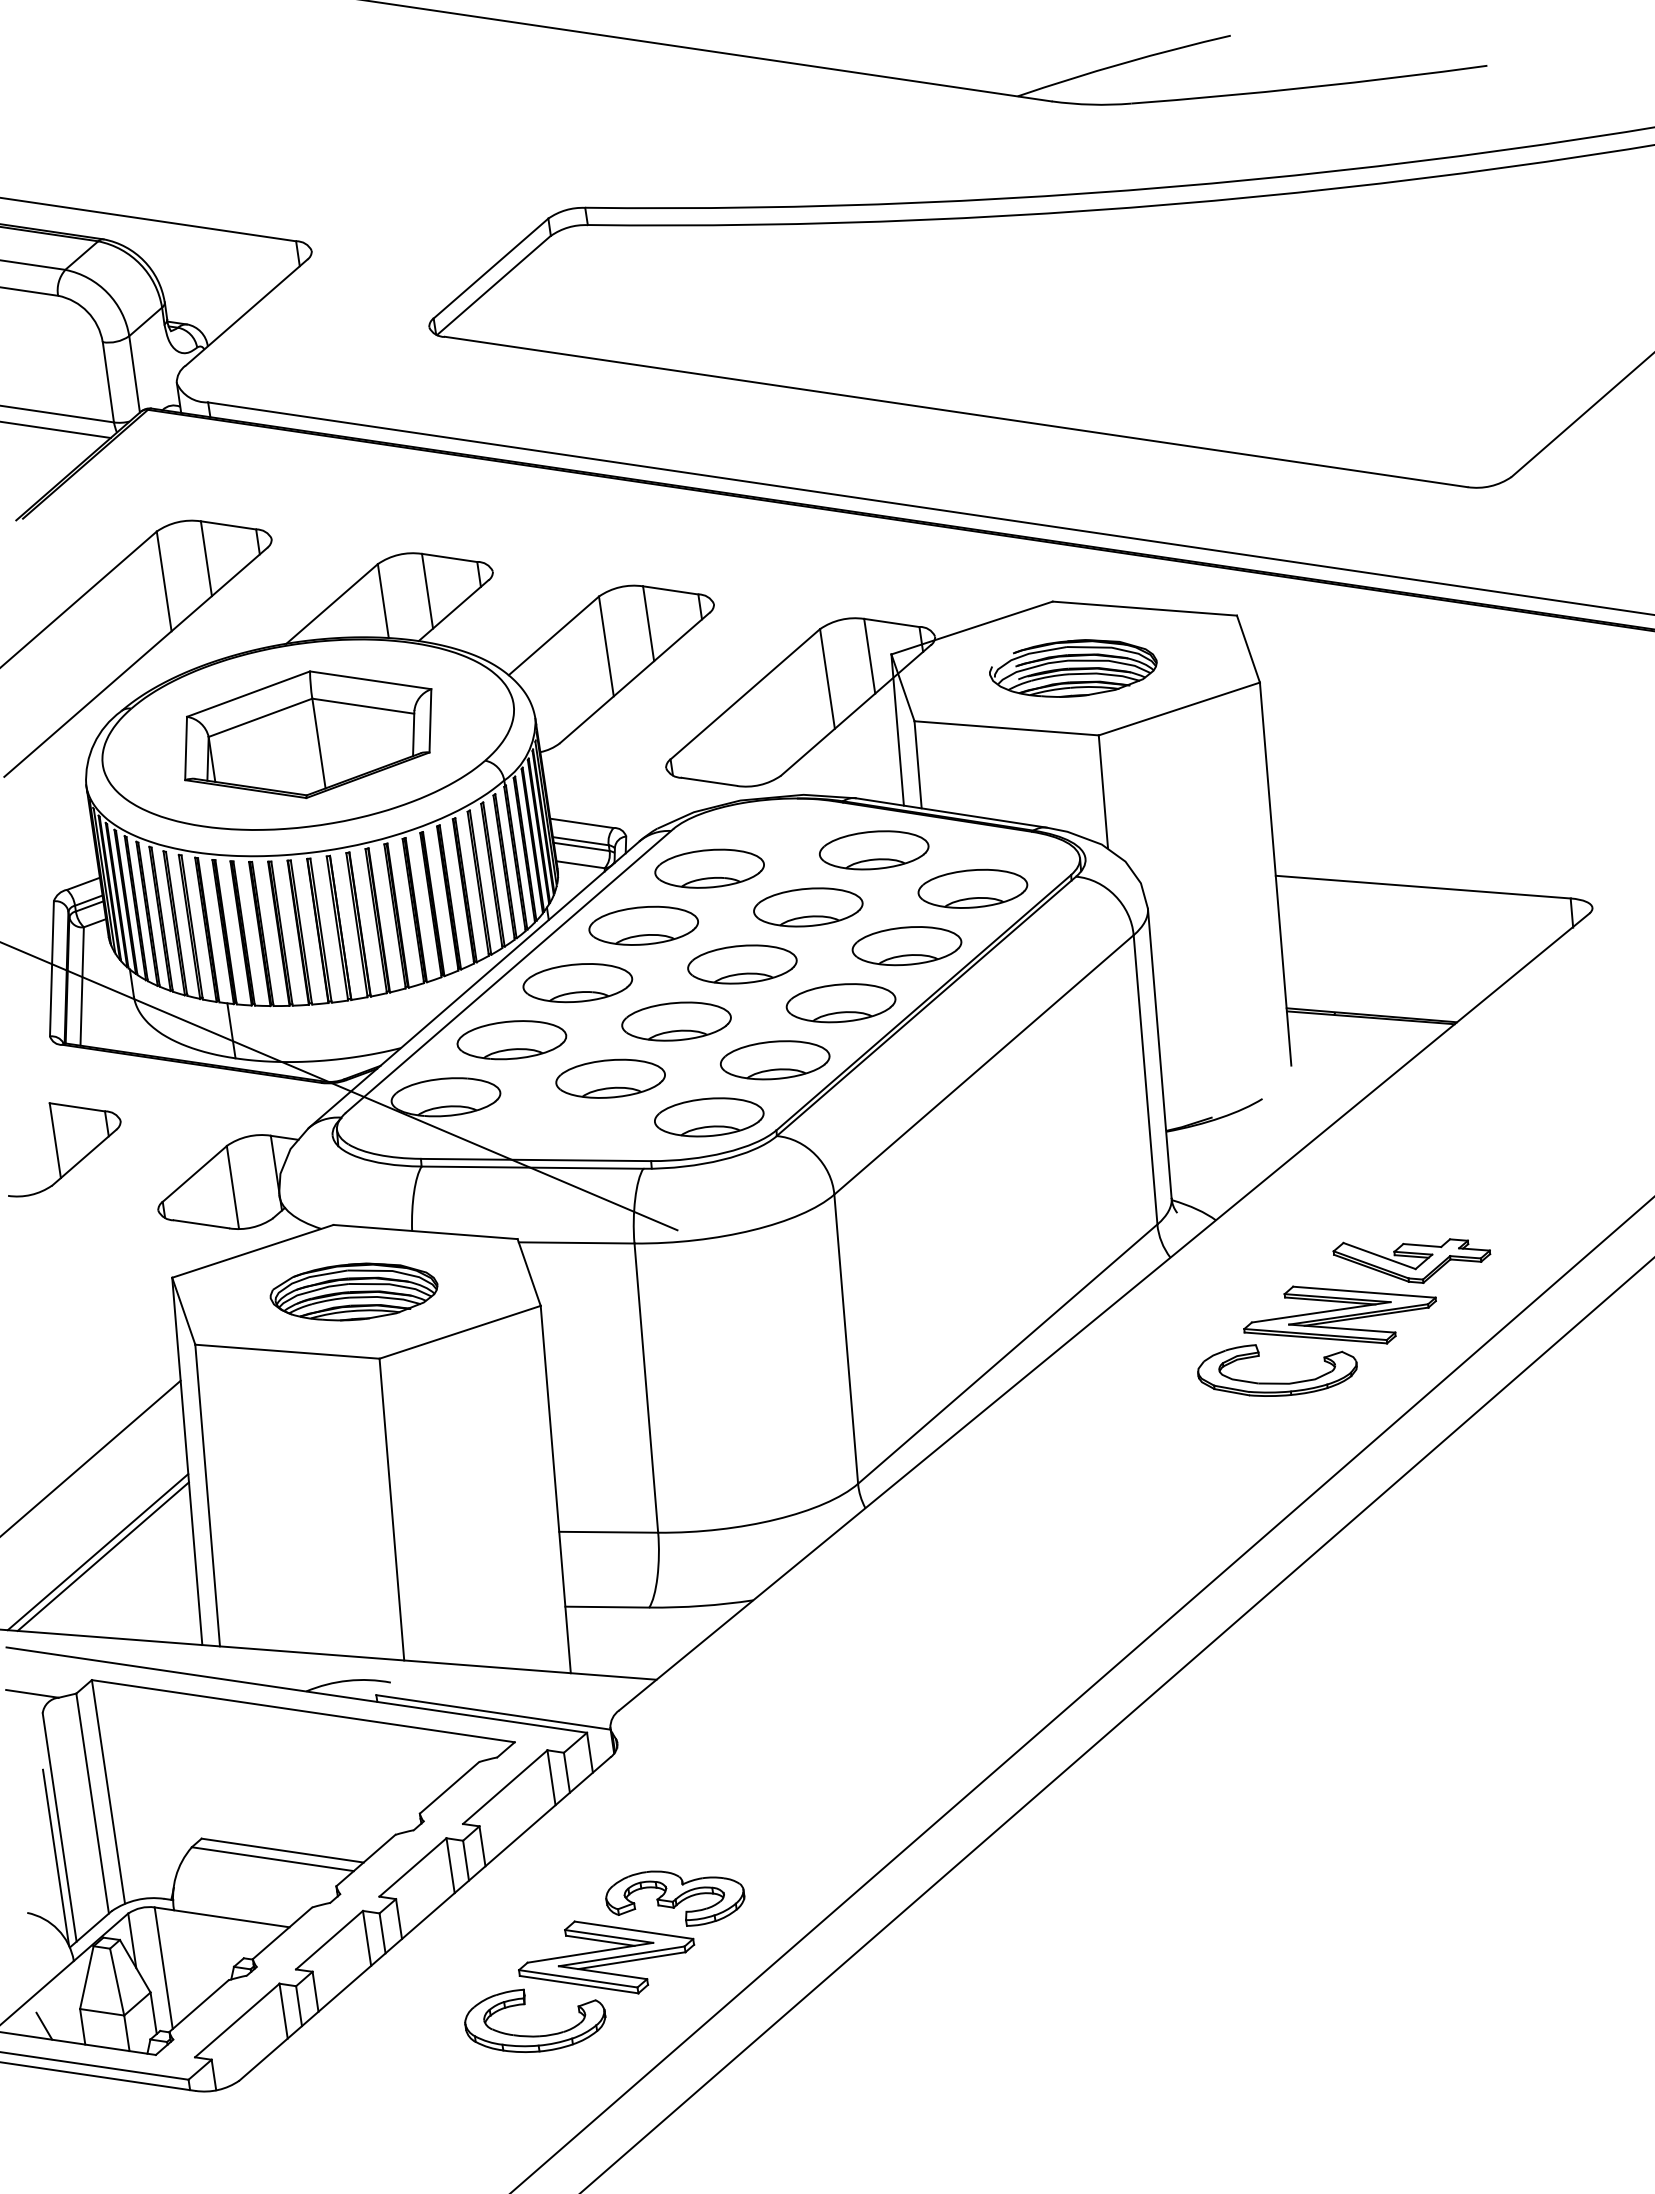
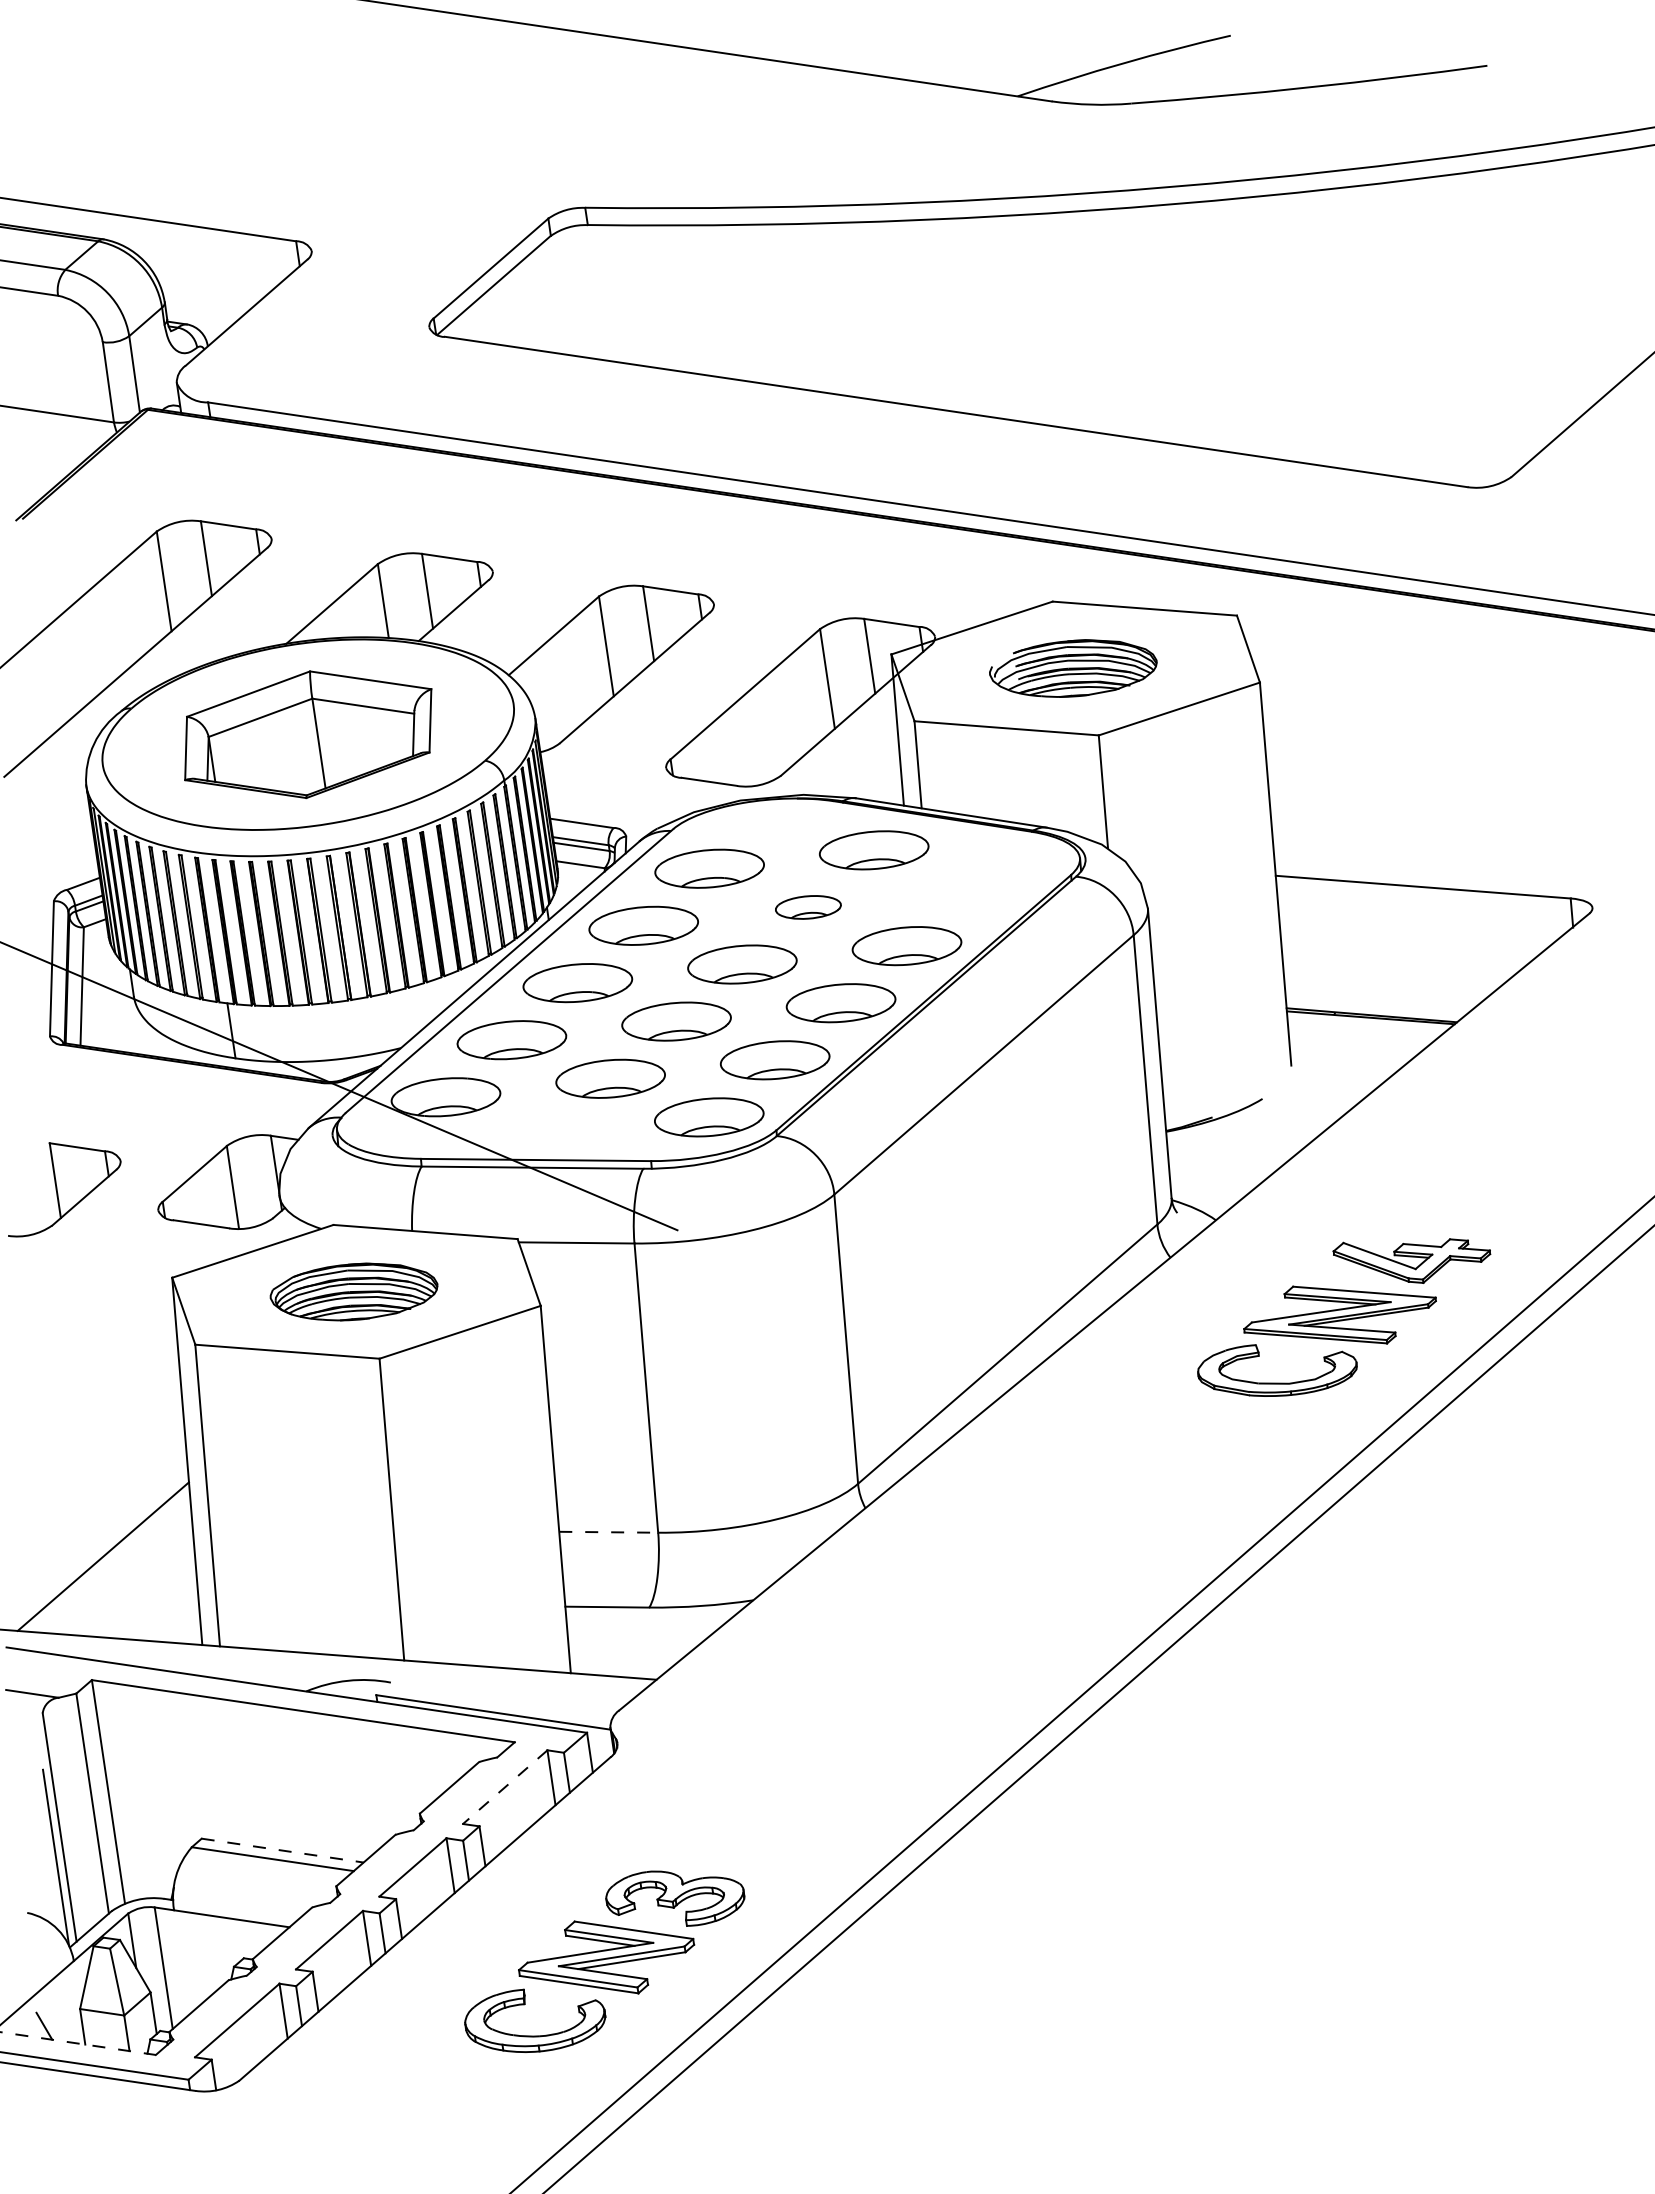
line at (56, 430): present -> none
part at (972, 888): present -> none
part at (808, 907) size: 111x41 px -> 67x25 px
part at (64, 1149) position: (64, 1149) -> (64, 1189)
line at (91, 1457): present -> none
line at (609, 1532): solid -> dashed
line at (97, 1552): present -> none
line at (1117, 1724) position: (1117, 1724) -> (1098, 1709)
line at (504, 1787): solid -> dashed
line at (282, 1850): solid -> dashed
line at (78, 2043): solid -> dashed
